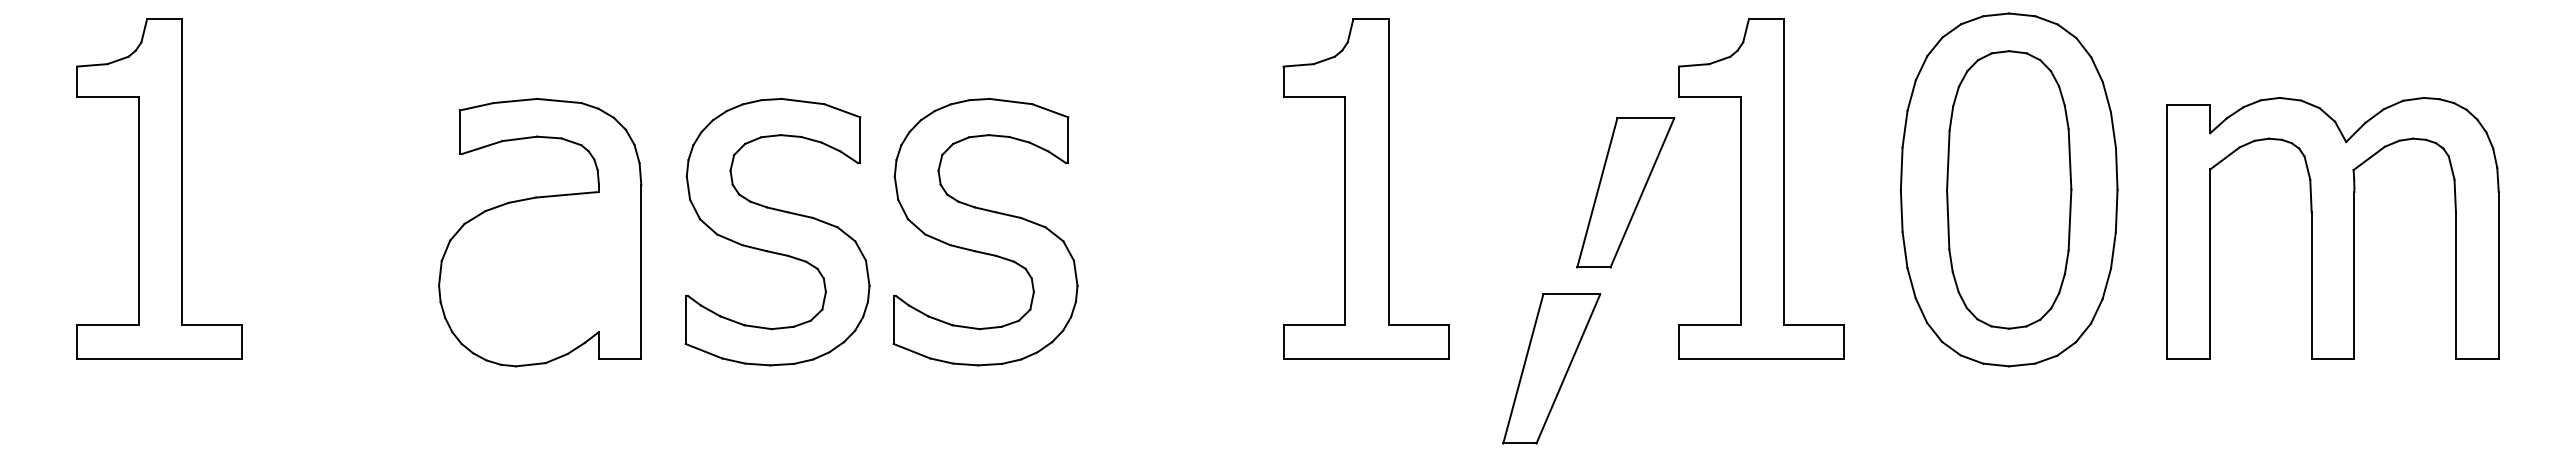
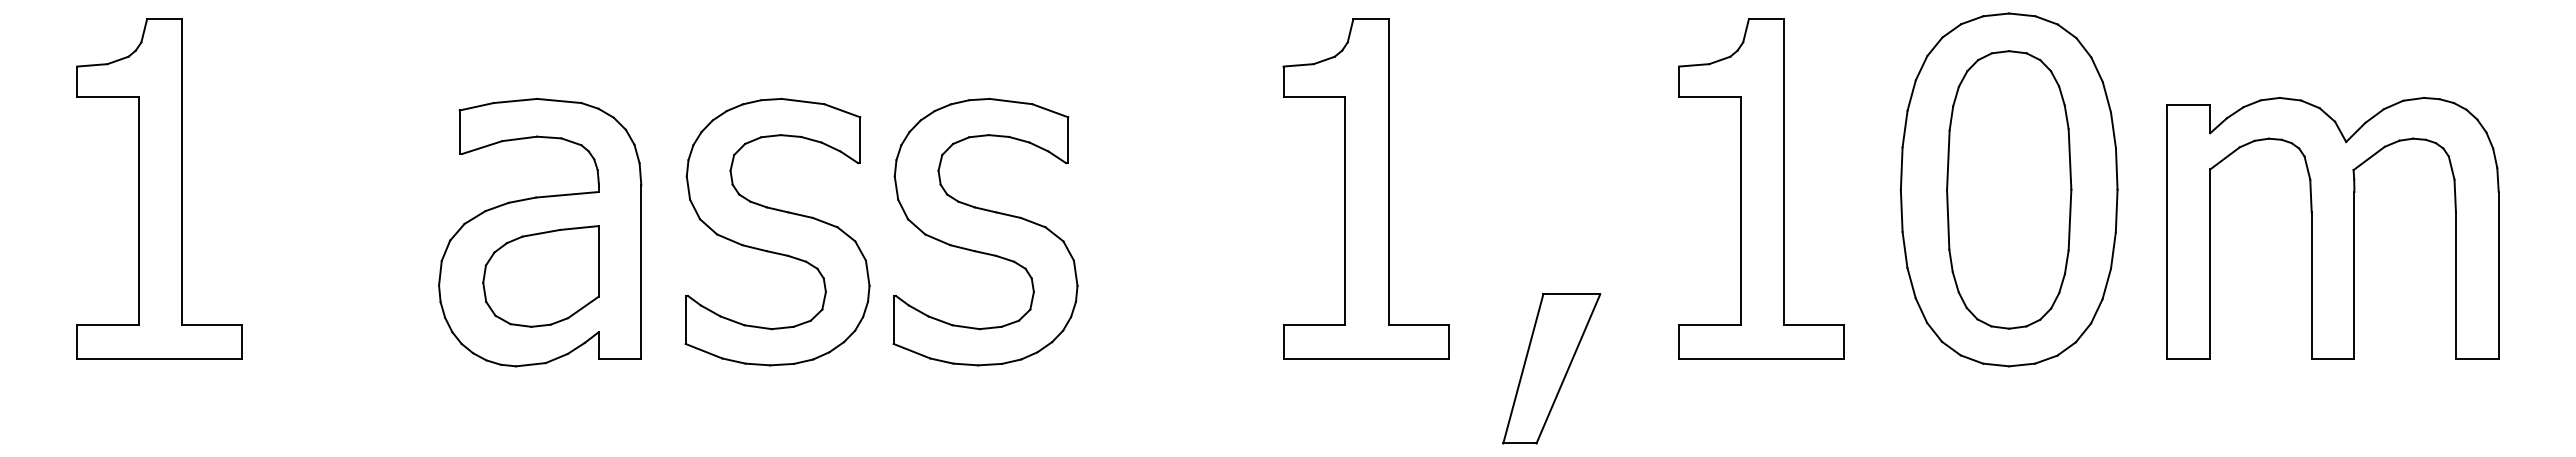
part at (1625, 192): present -> none
part at (540, 276): none -> present
